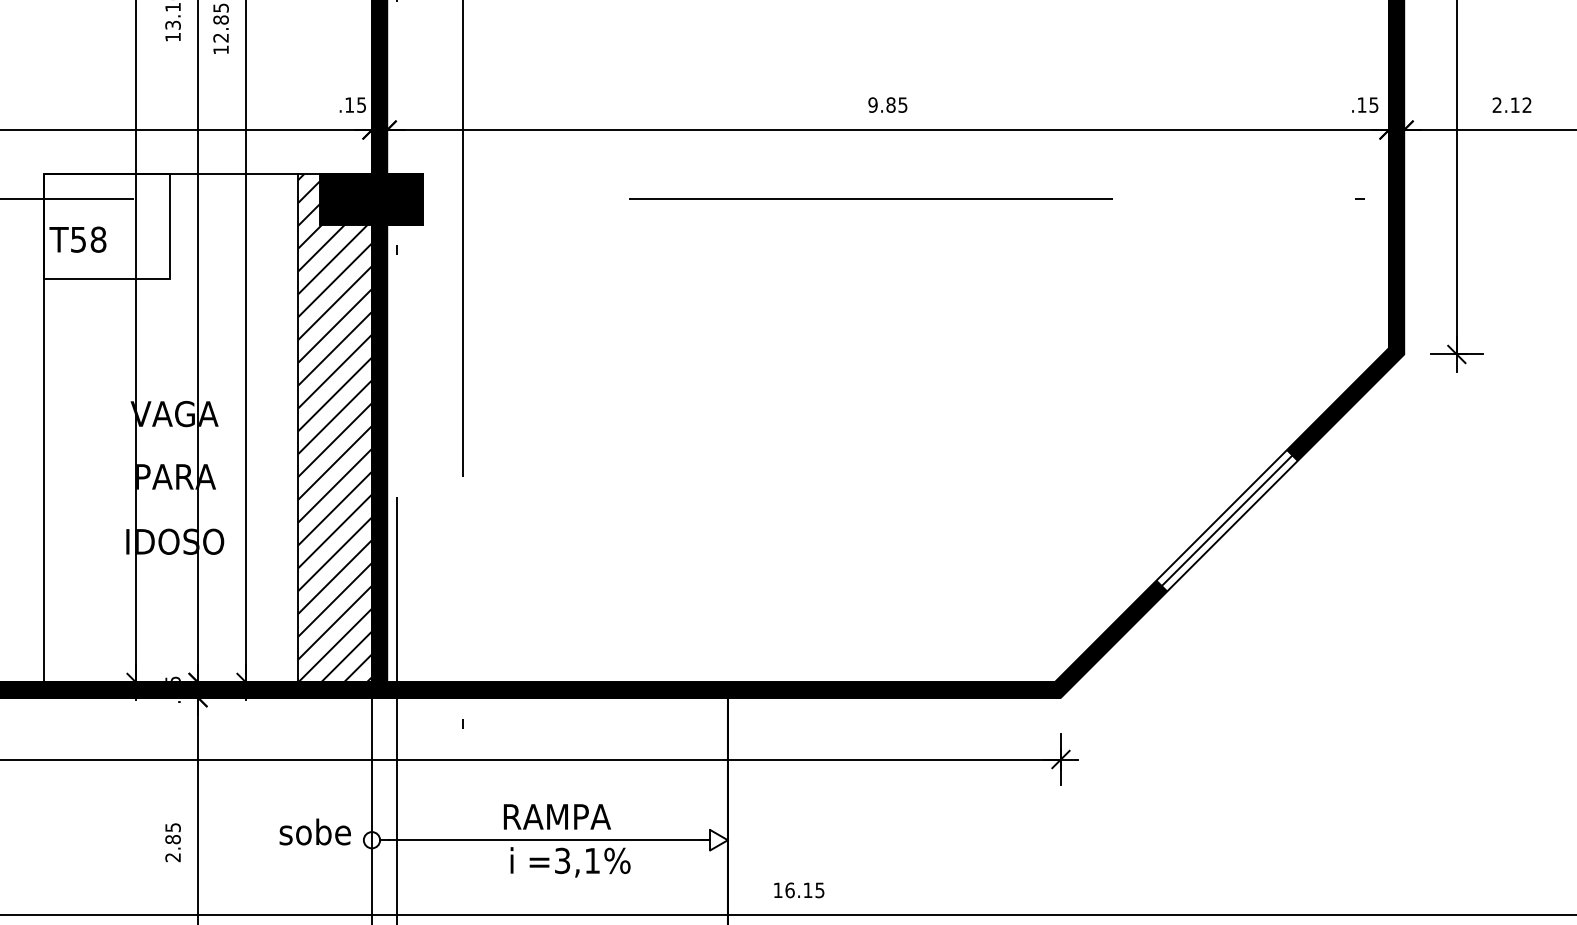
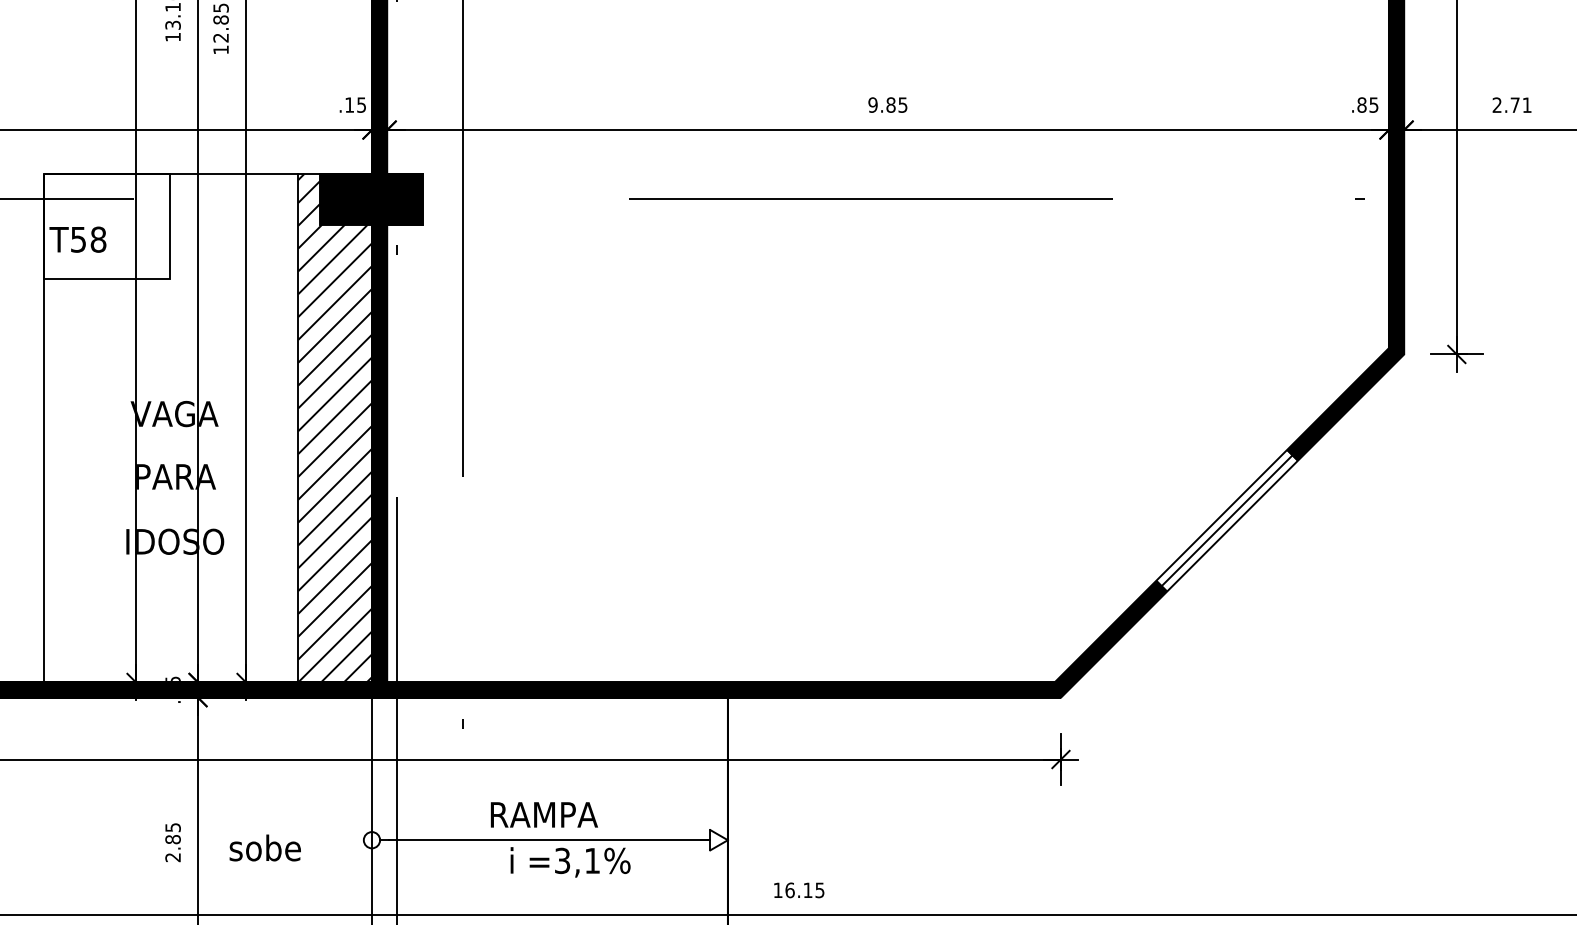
text at (1361, 104): .15 -> .85
text at (1520, 104): 2.12 -> 2.71
text at (556, 816) position: (556, 816) -> (543, 814)
text at (314, 831) position: (314, 831) -> (264, 847)
